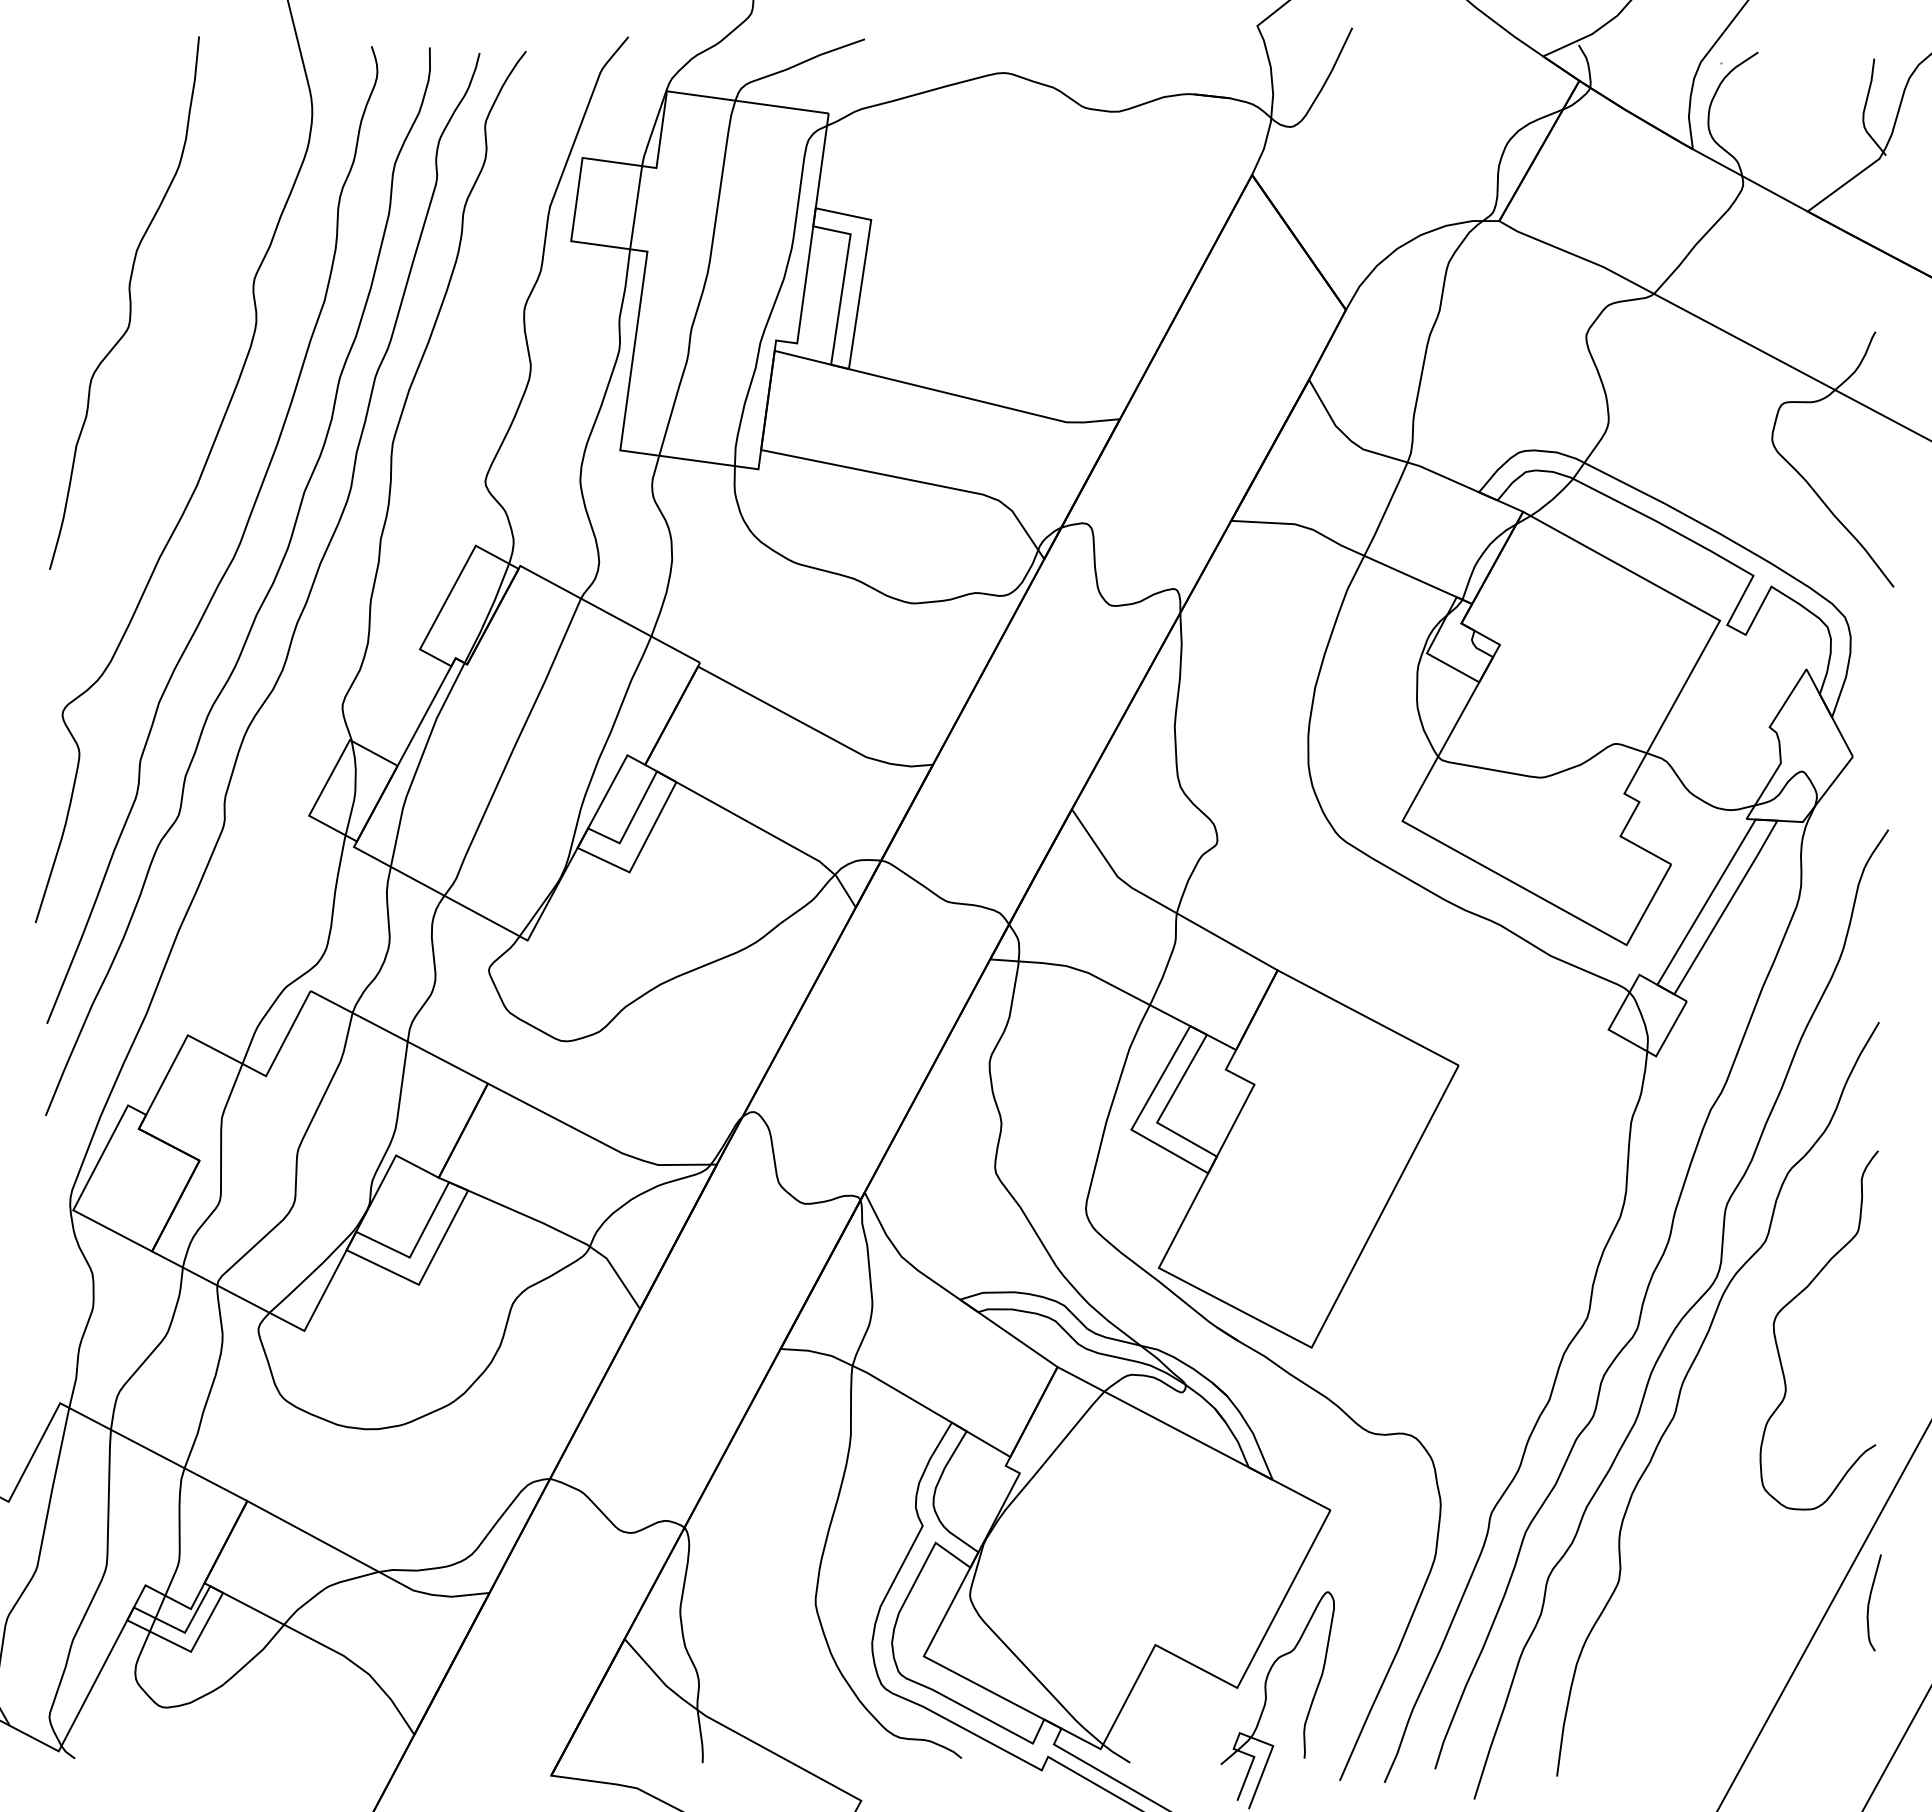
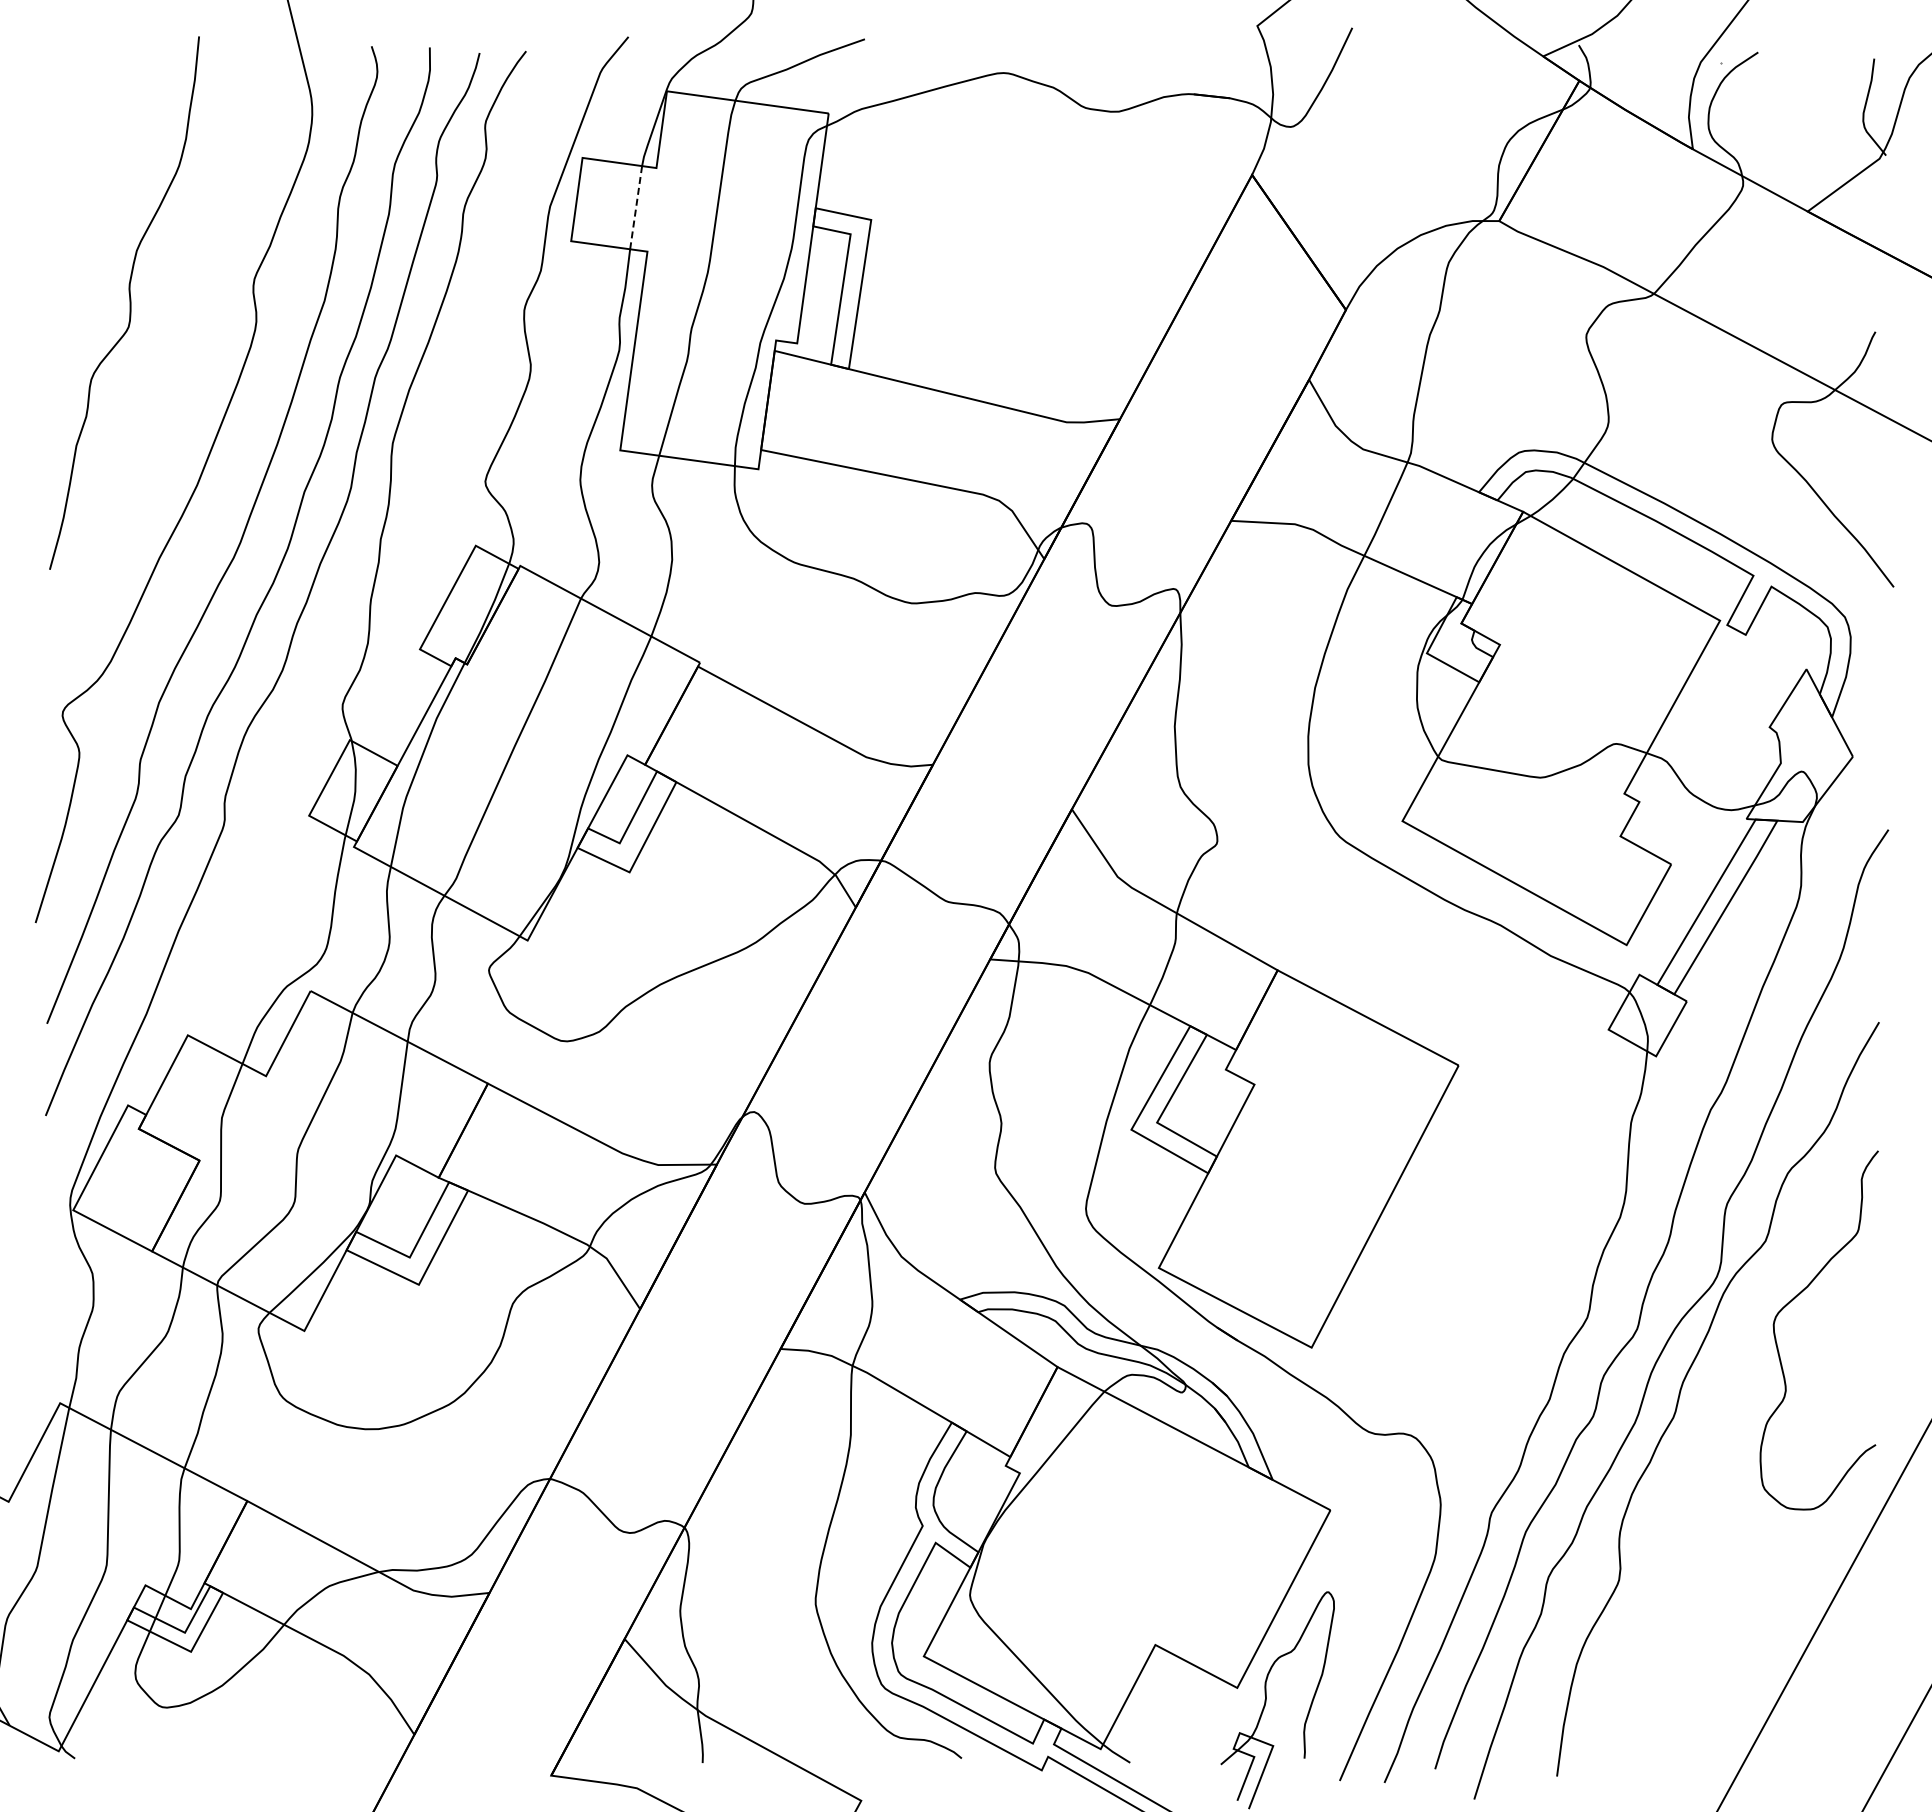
line at (636, 207): solid -> dashed
curve at (1870, 1600): present -> none
